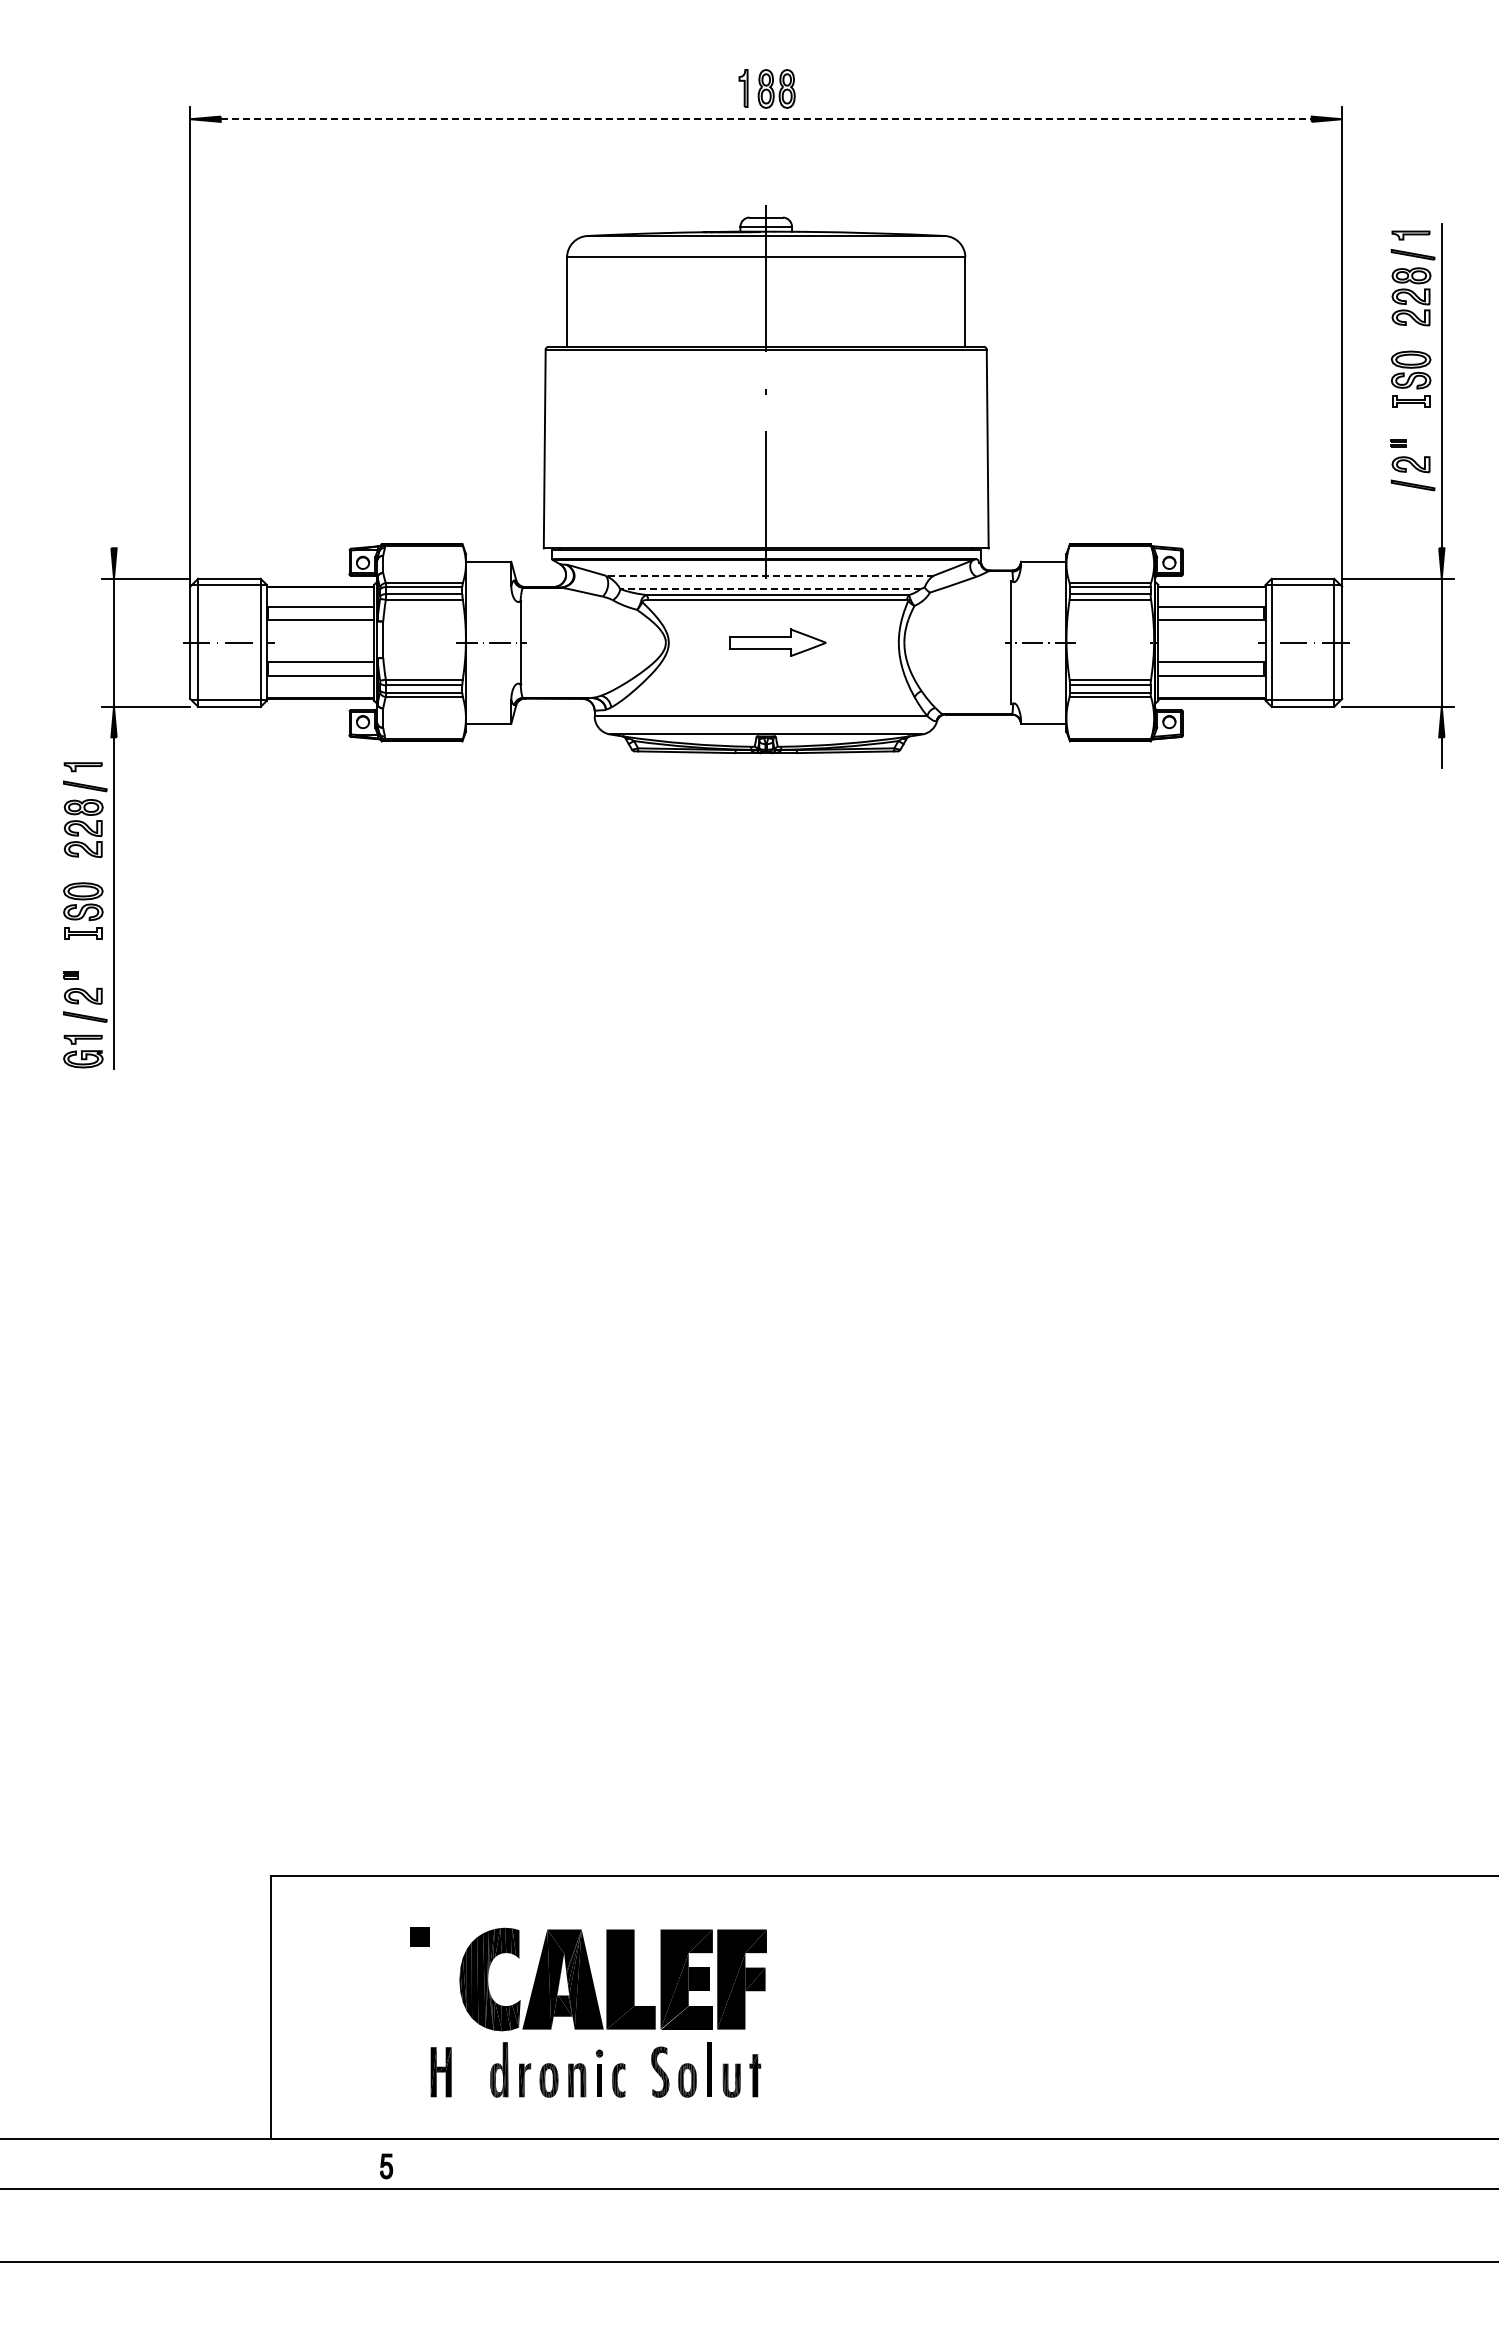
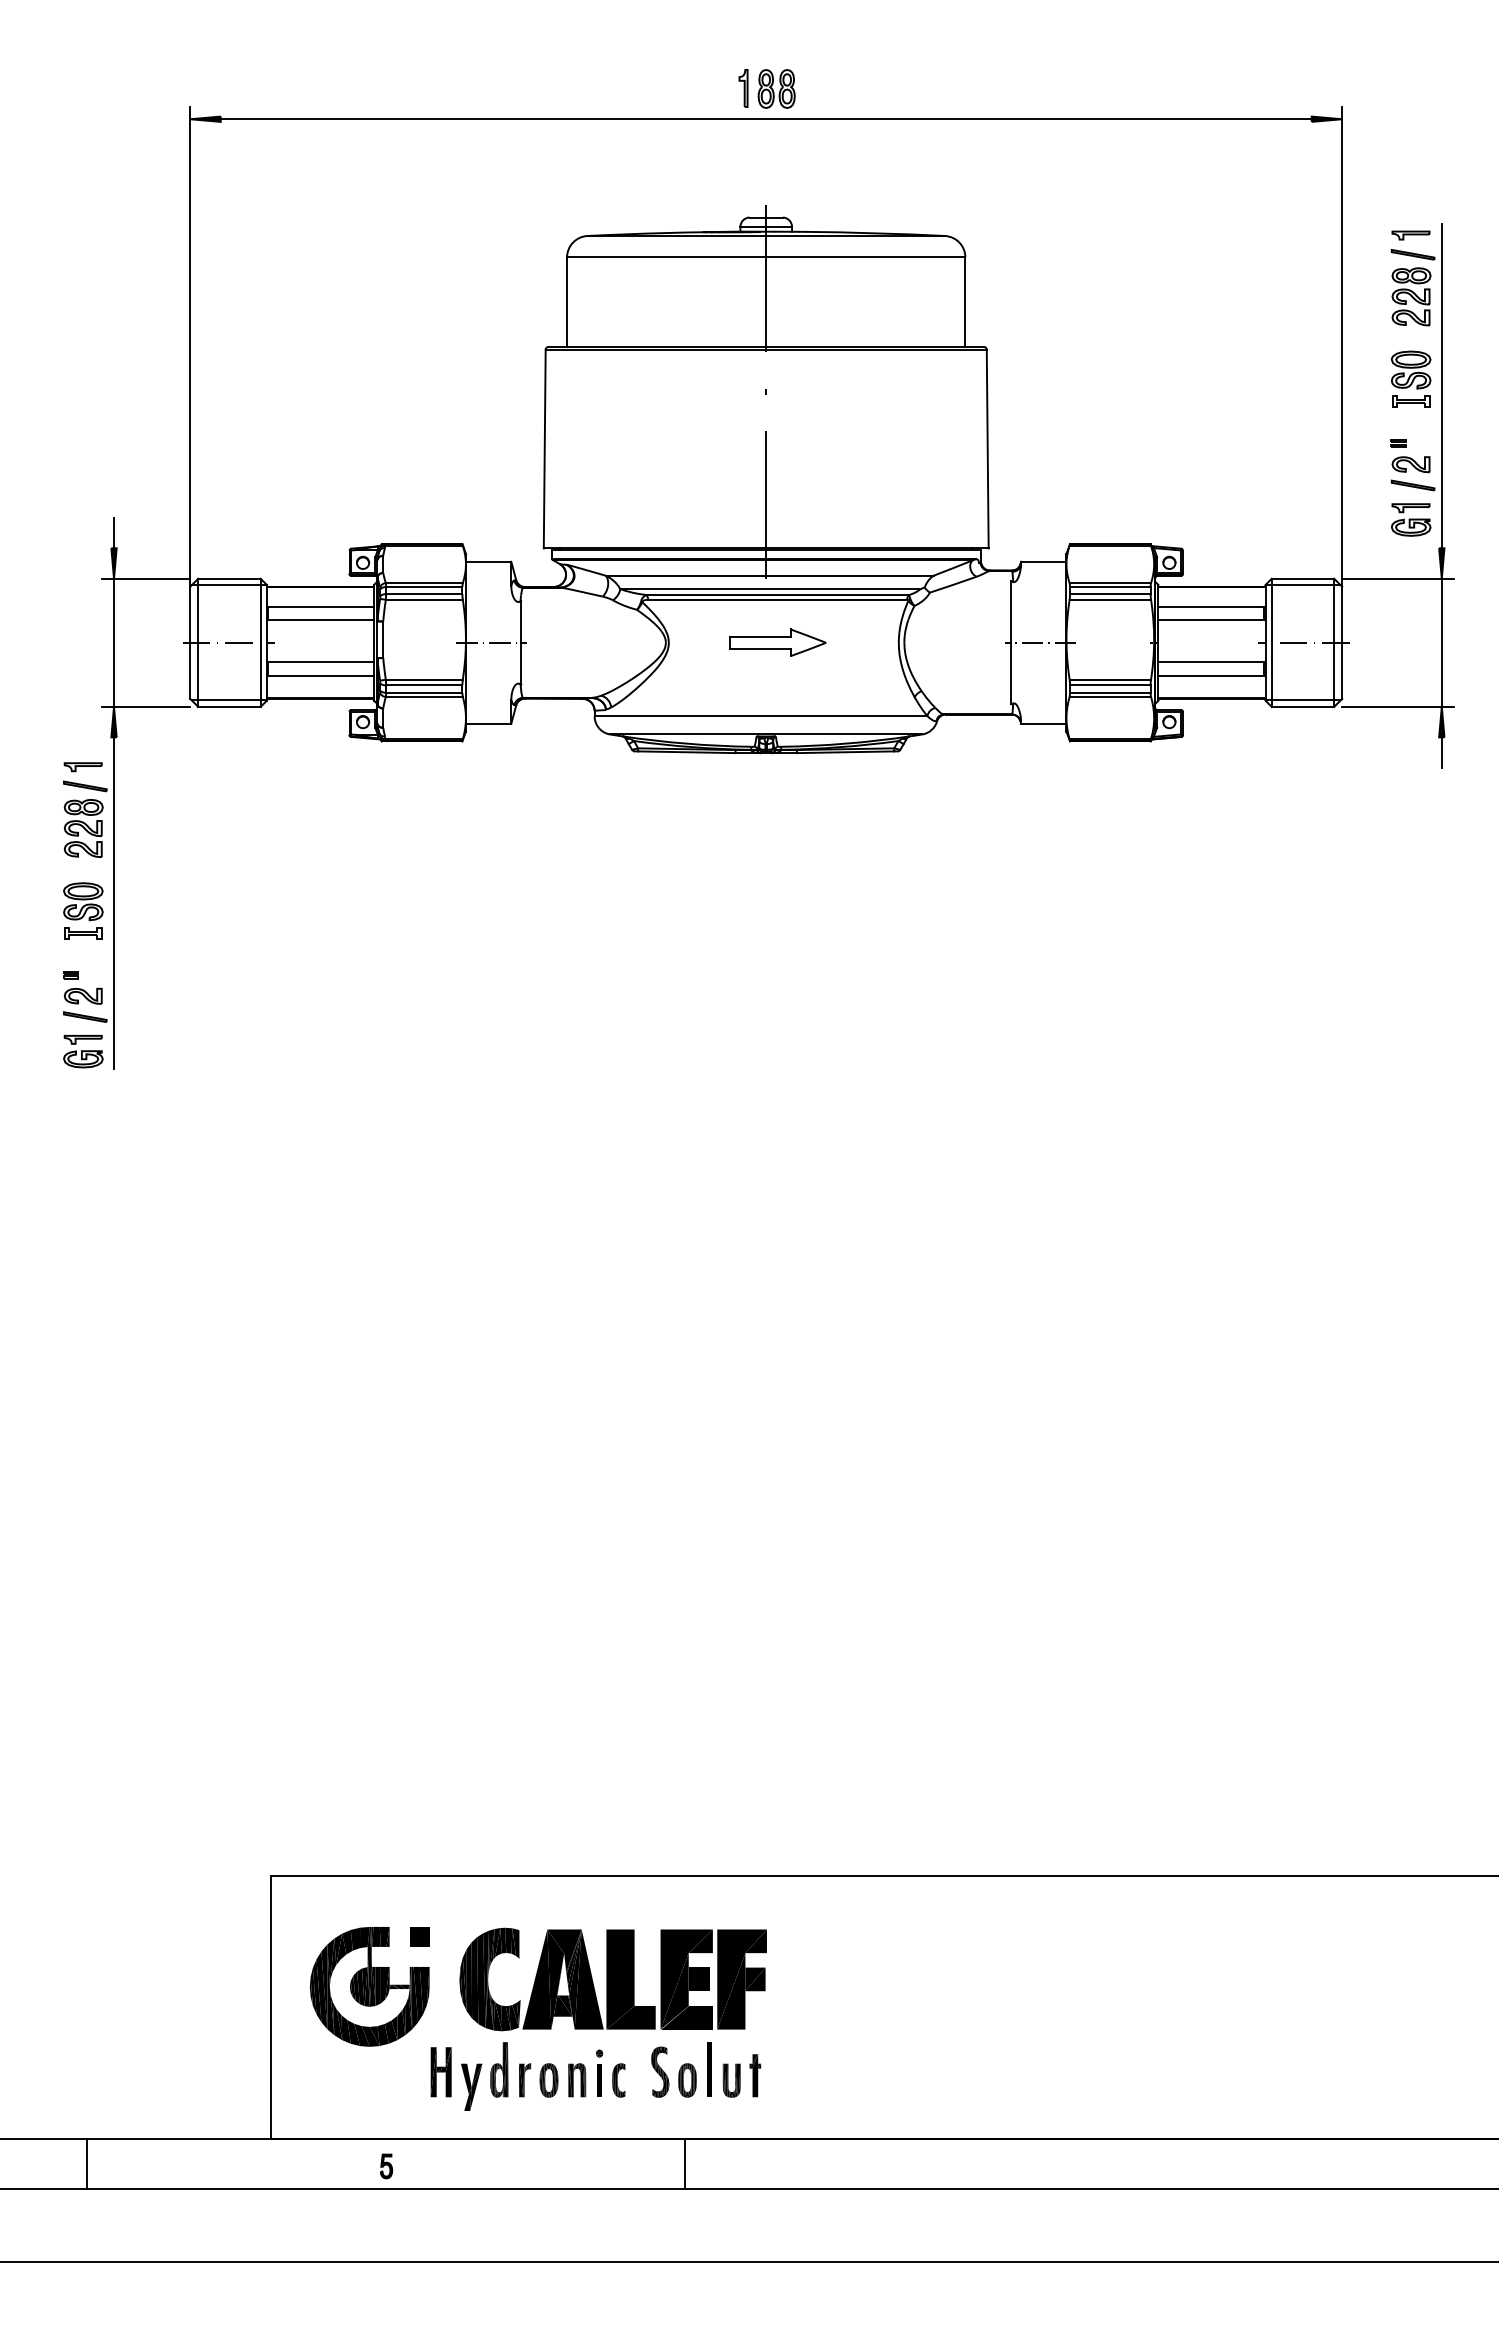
line at (766, 119): dashed -> solid
part at (1411, 519): none -> present
line at (114, 532): none -> present
line at (769, 575): dashed -> solid
line at (769, 589): dashed -> solid
part at (369, 1986): none -> present
part at (471, 2086): none -> present
line at (87, 2163): none -> present
line at (684, 2163): none -> present
